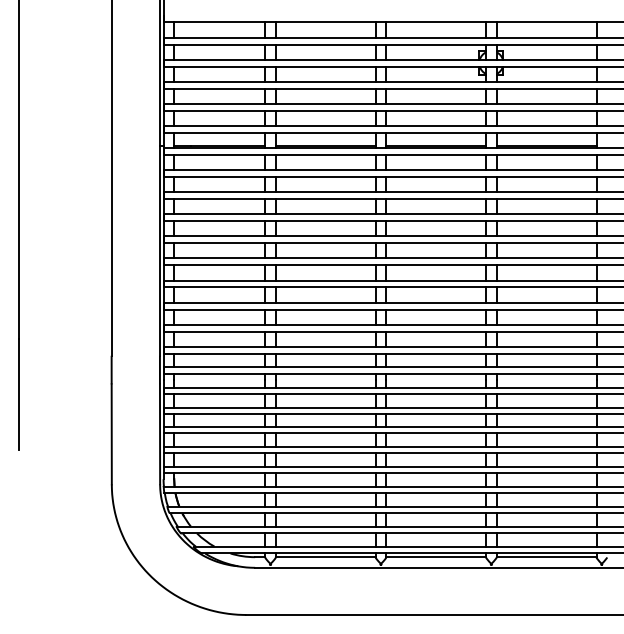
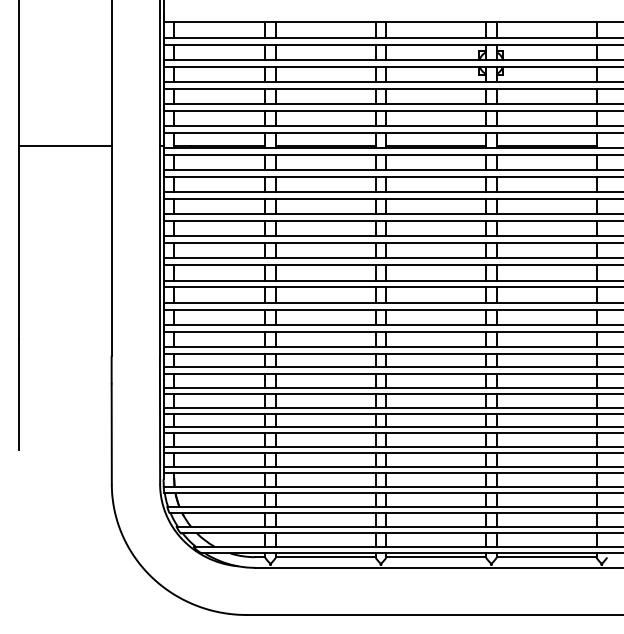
line at (64, 145): none -> present
